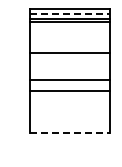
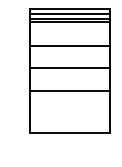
line at (70, 13): dashed -> solid
line at (69, 52) position: (69, 52) -> (69, 45)
line at (69, 80) position: (69, 80) -> (69, 68)
line at (70, 132): dashed -> solid
